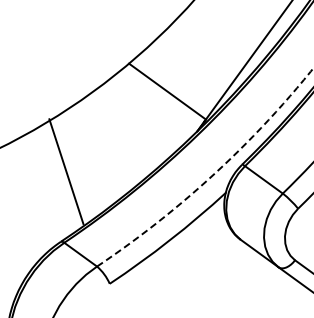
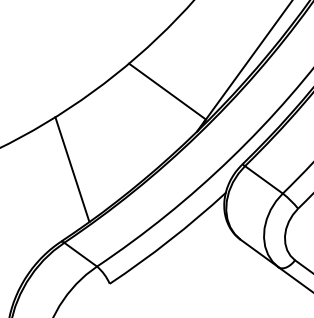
line at (66, 171) position: (66, 171) -> (72, 169)
arc at (214, 174): dashed -> solid
